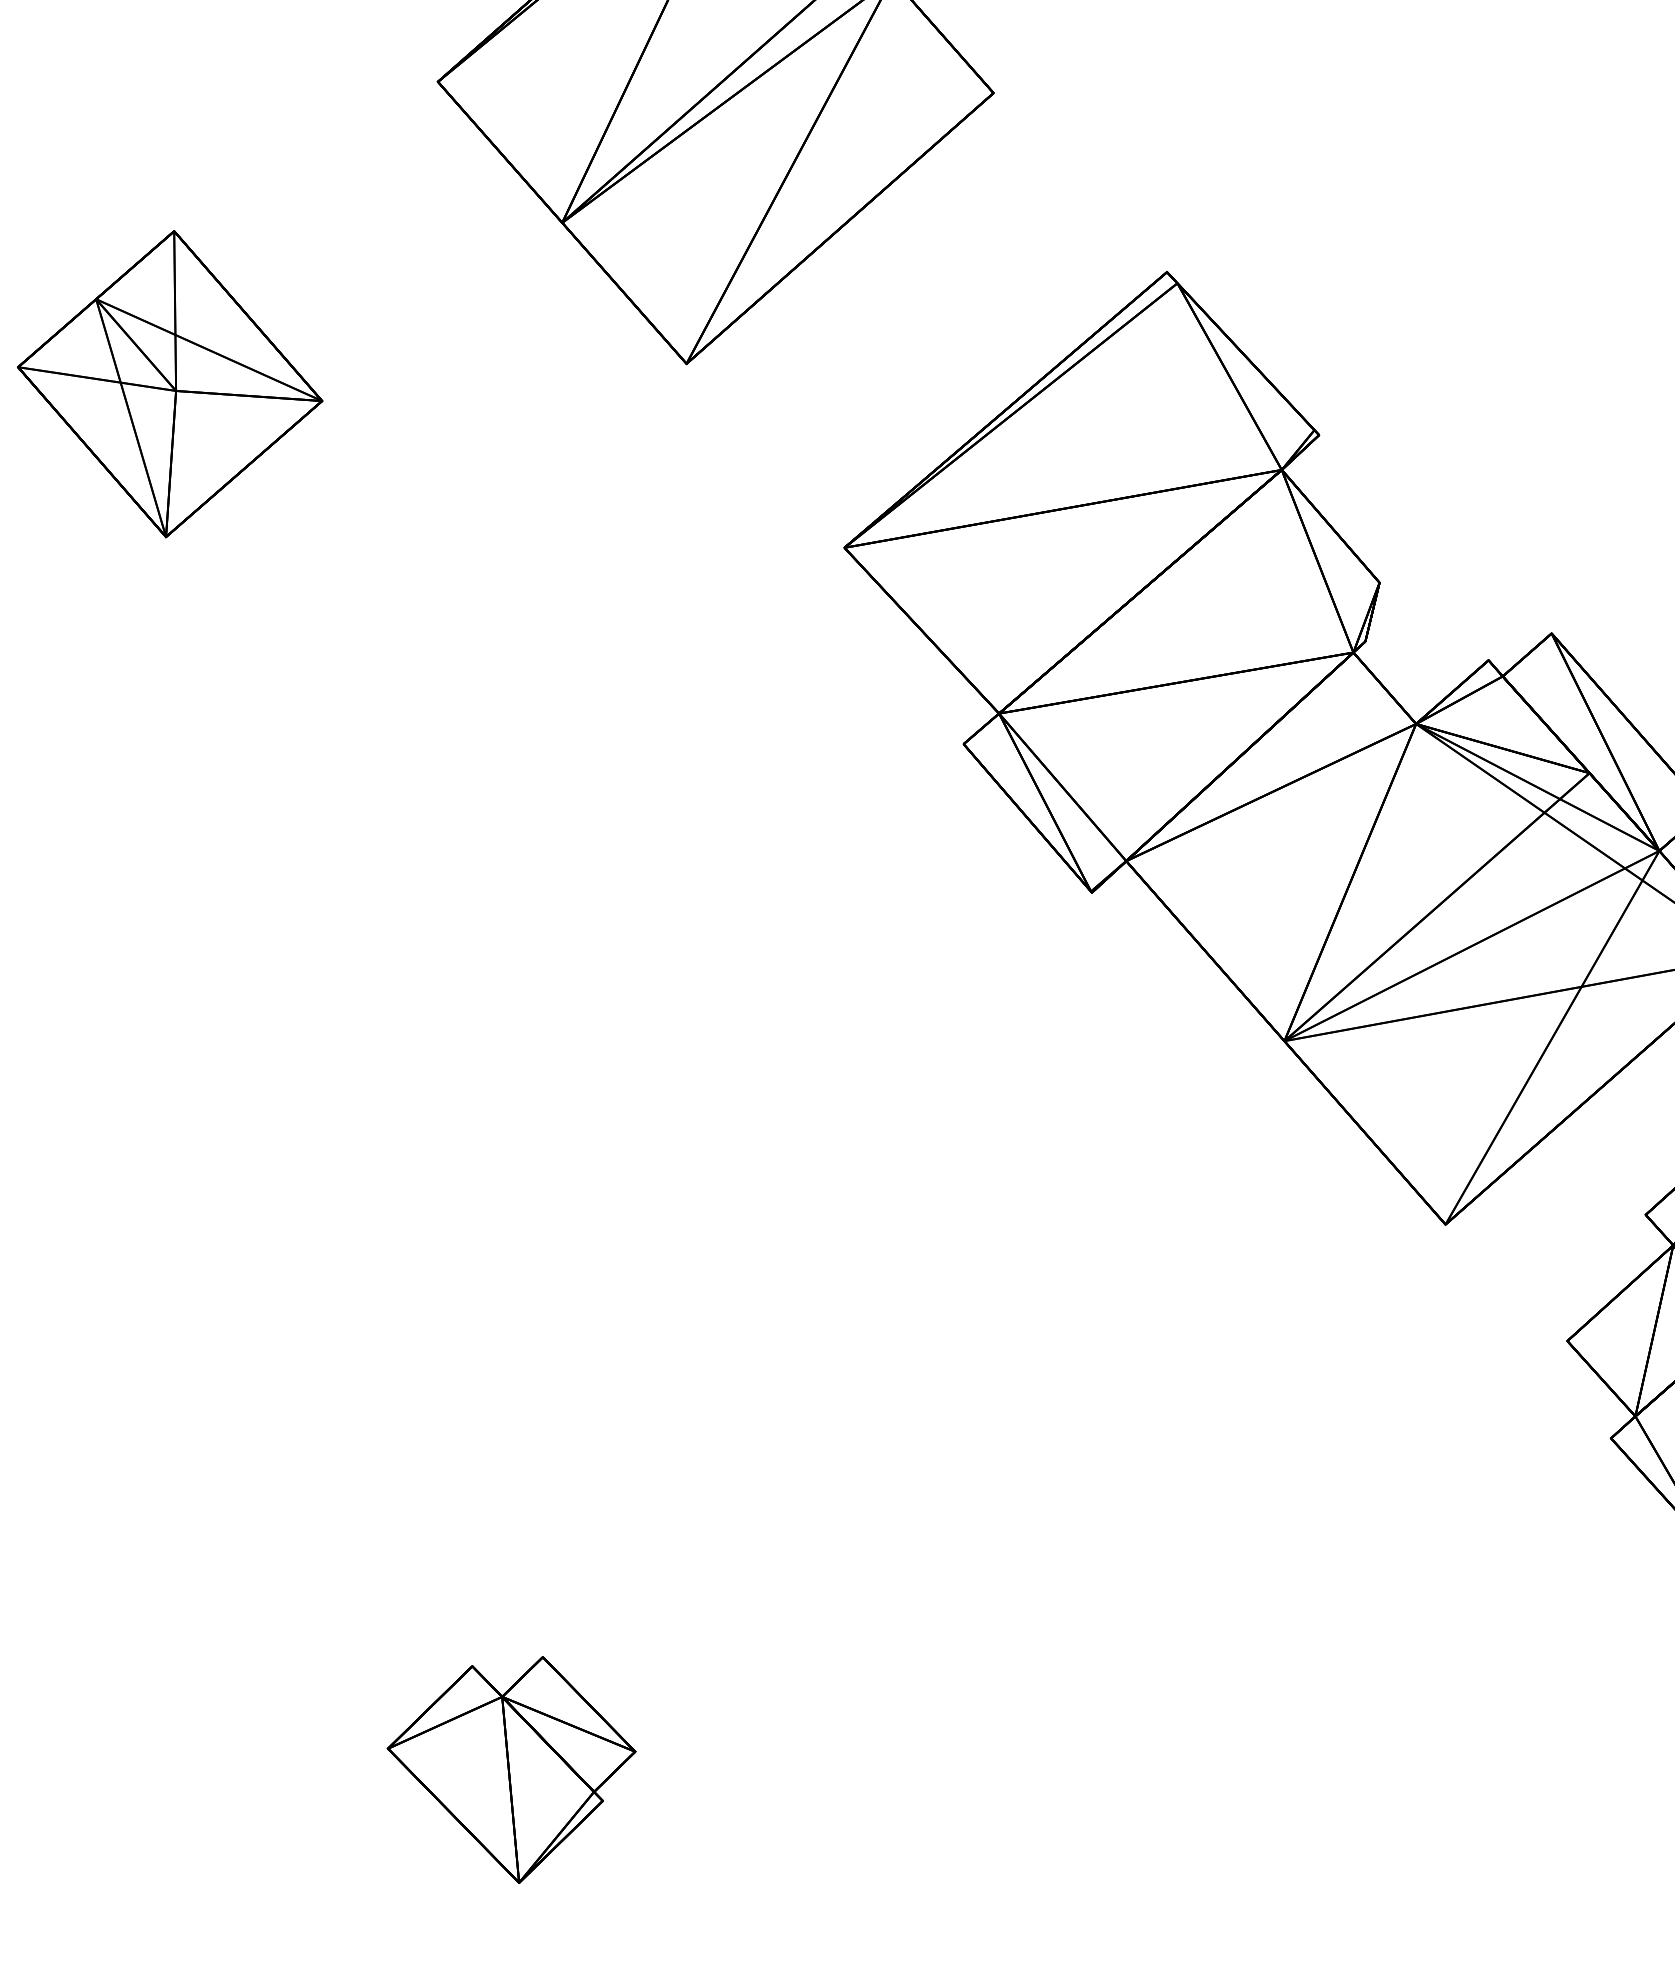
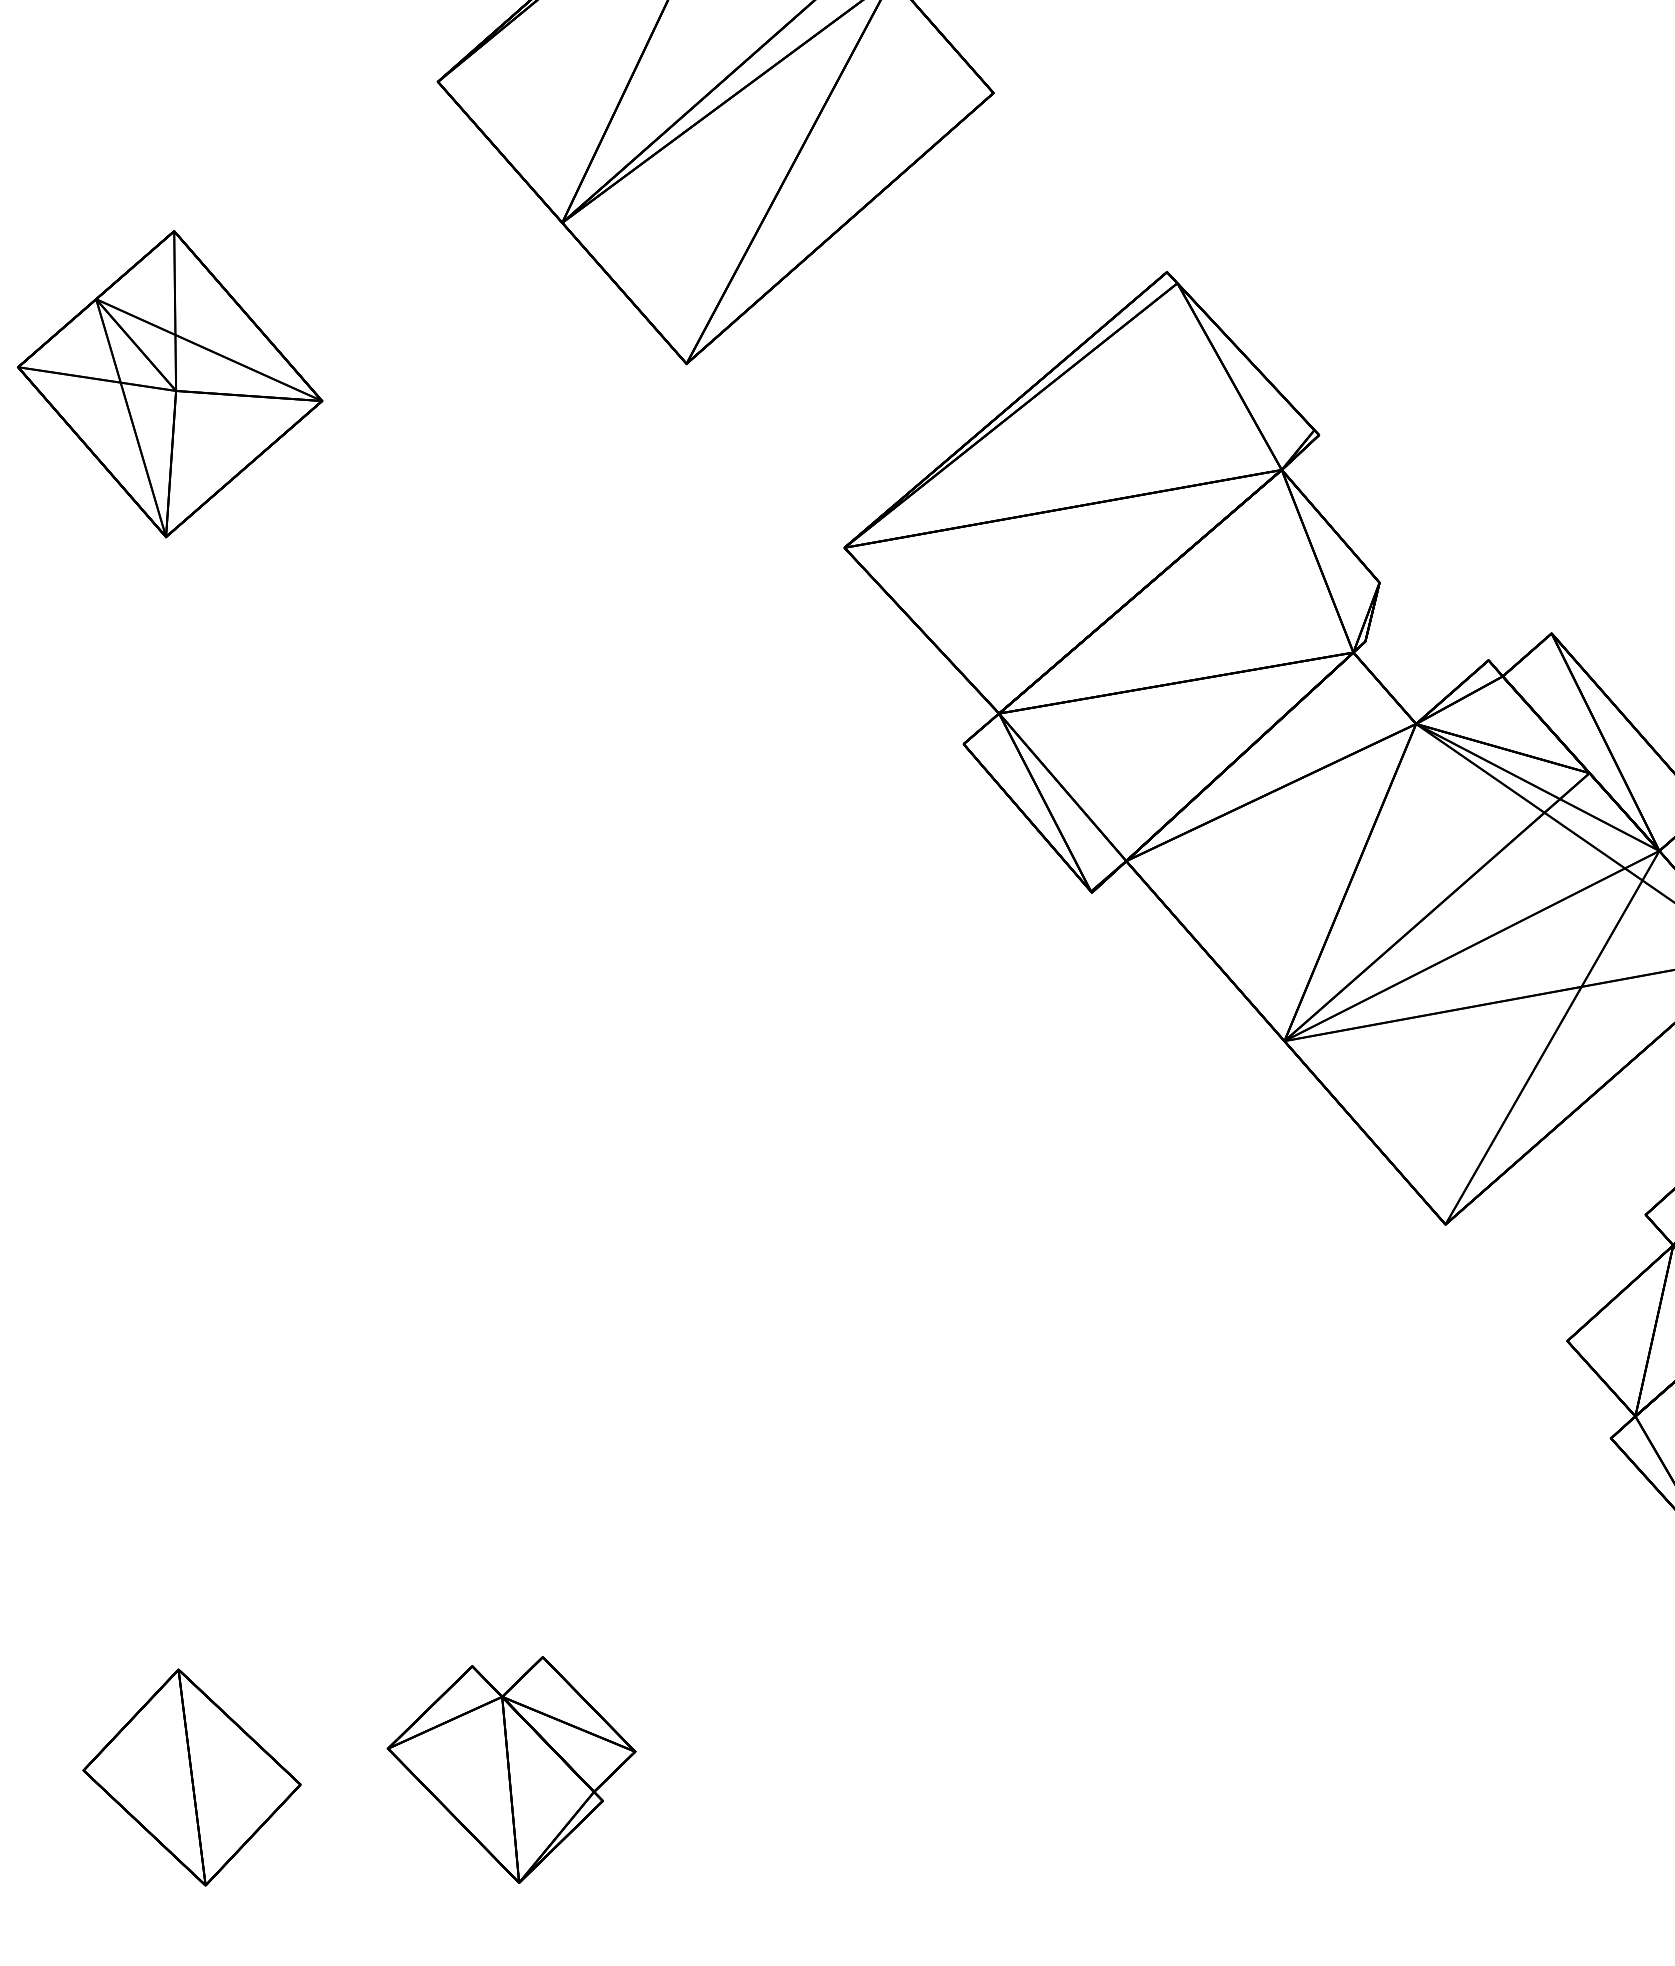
part at (191, 1777): none -> present
